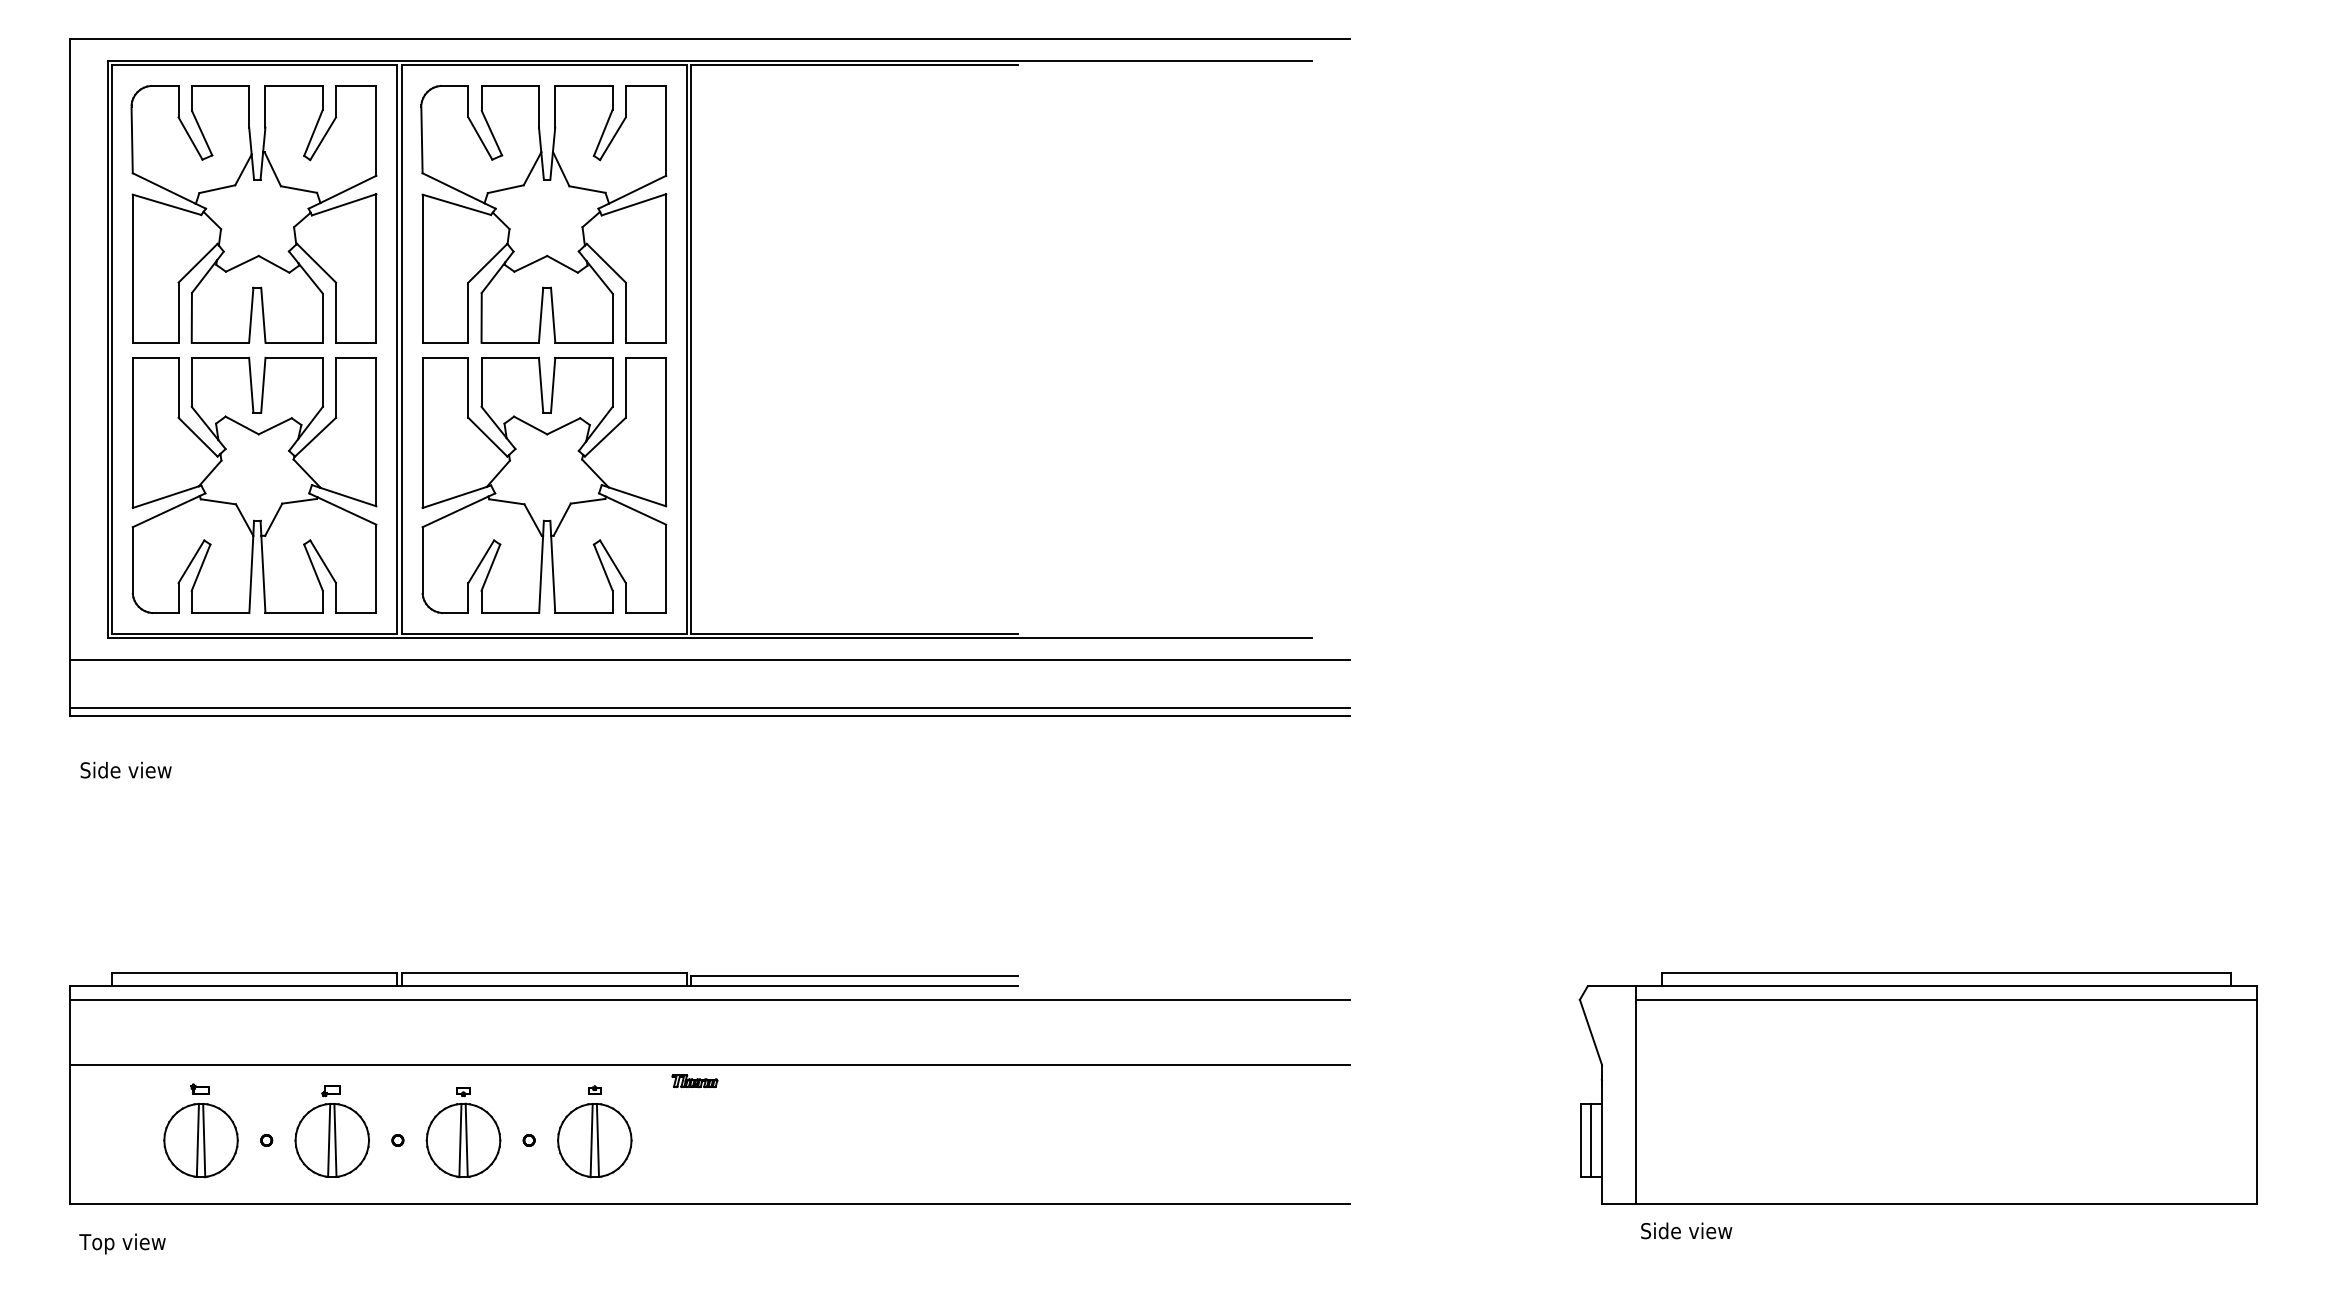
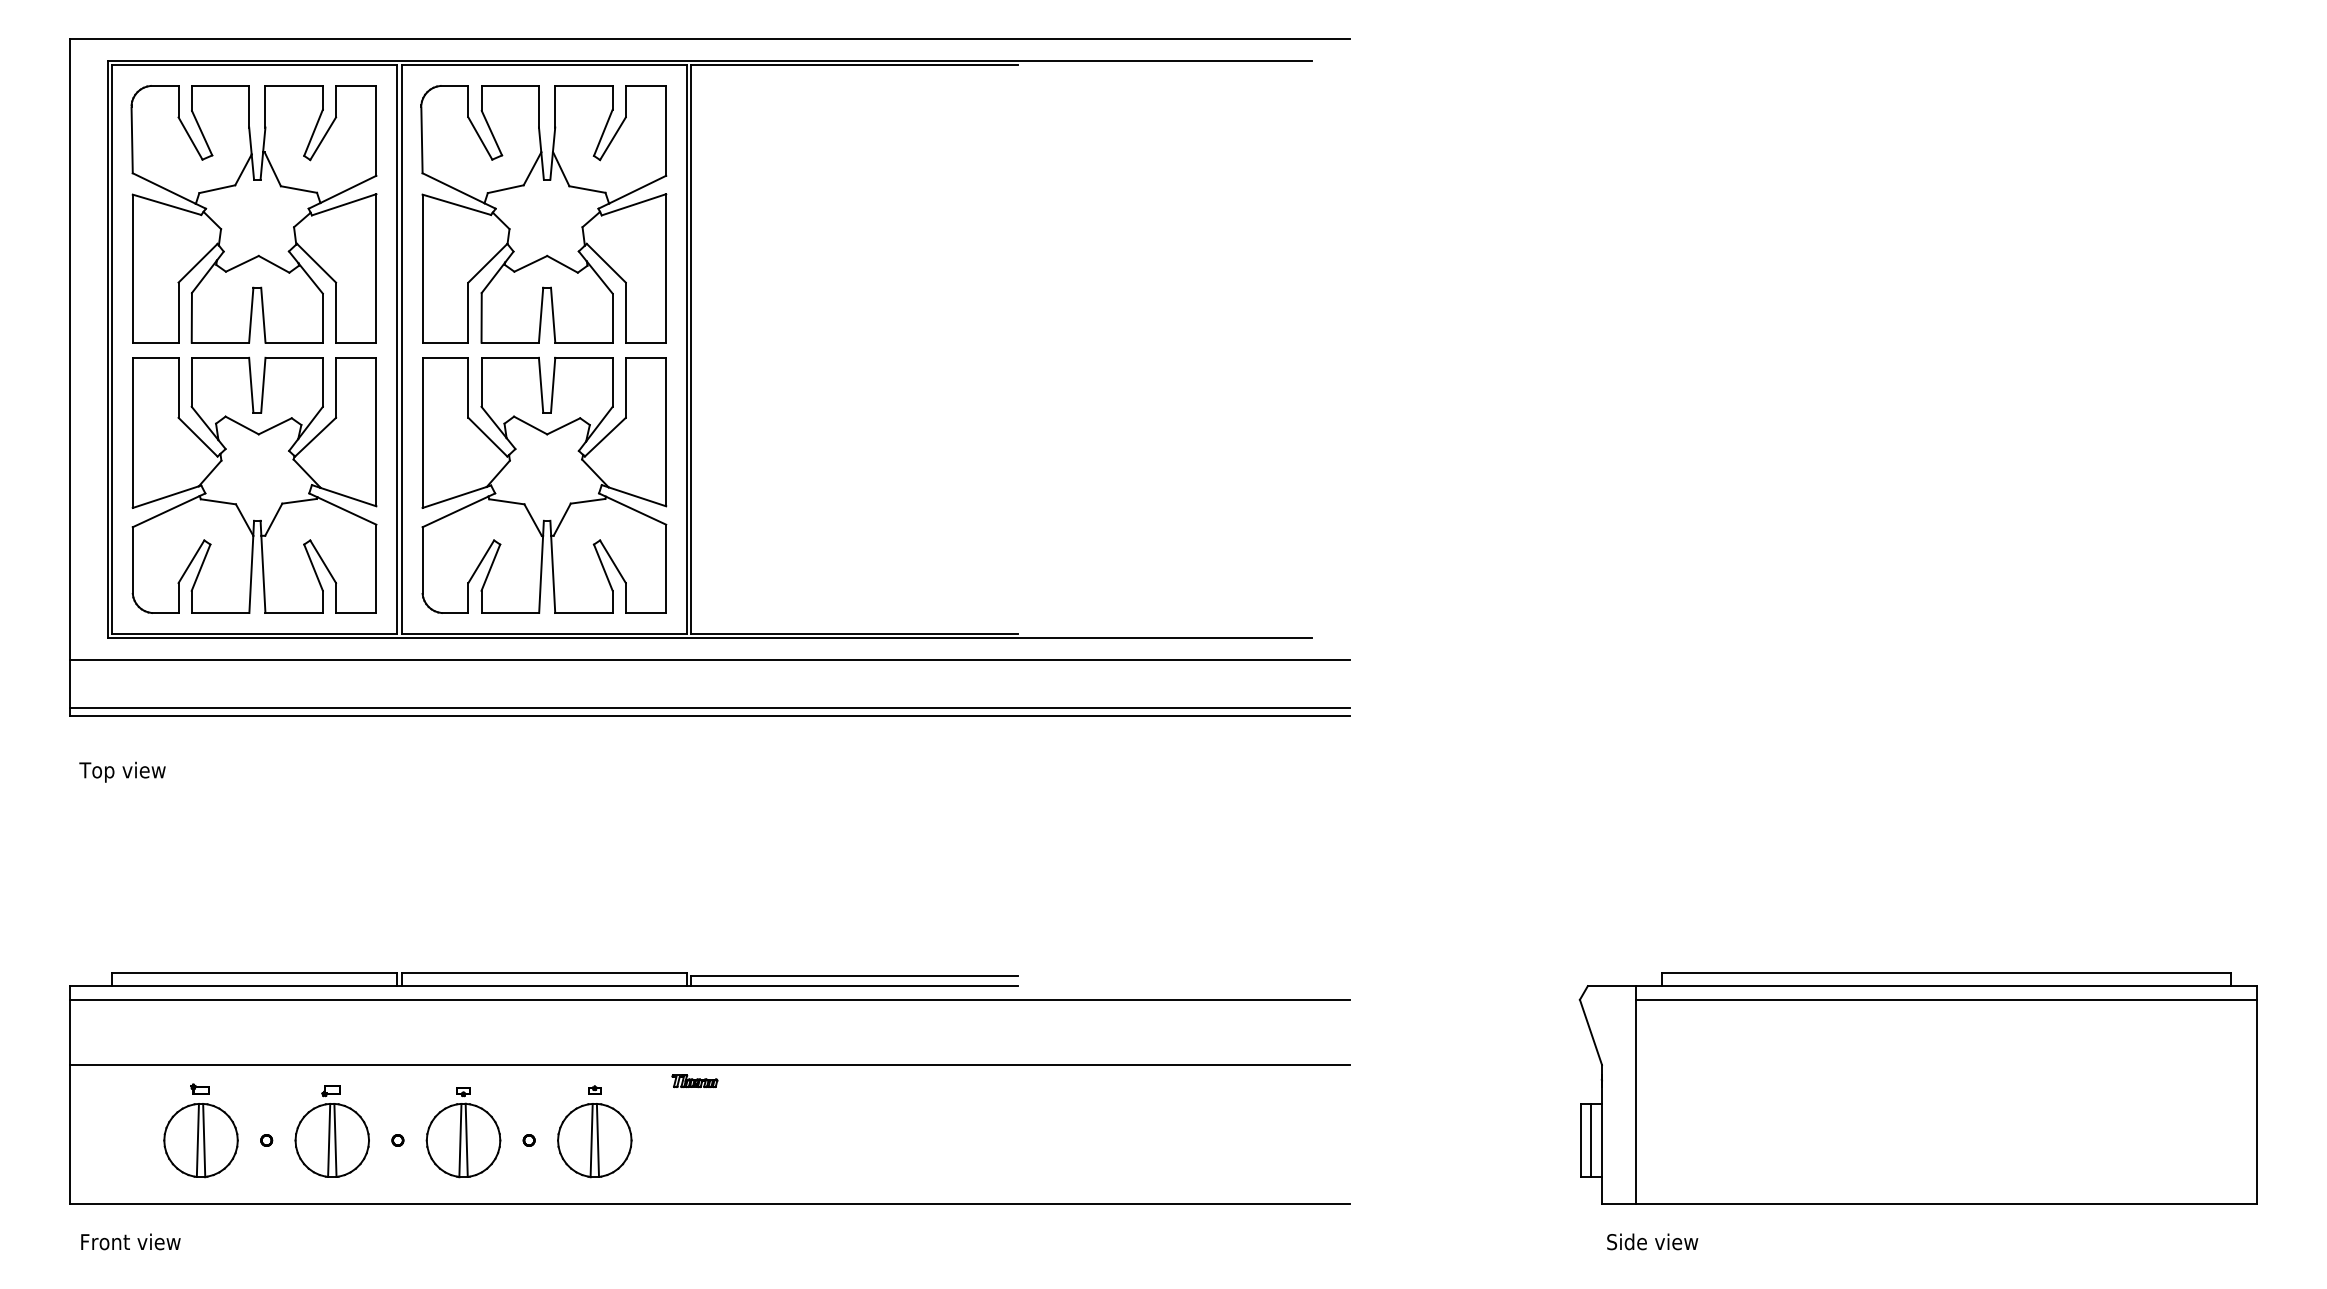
text at (125, 771): Side view -> Top view
text at (1686, 1230) position: (1686, 1230) -> (1652, 1241)
text at (129, 1243): Top view -> Front view
